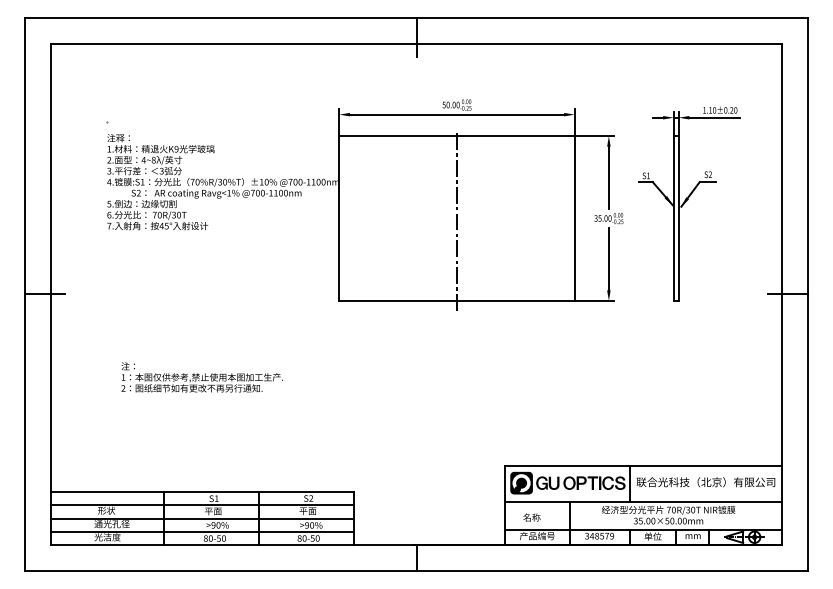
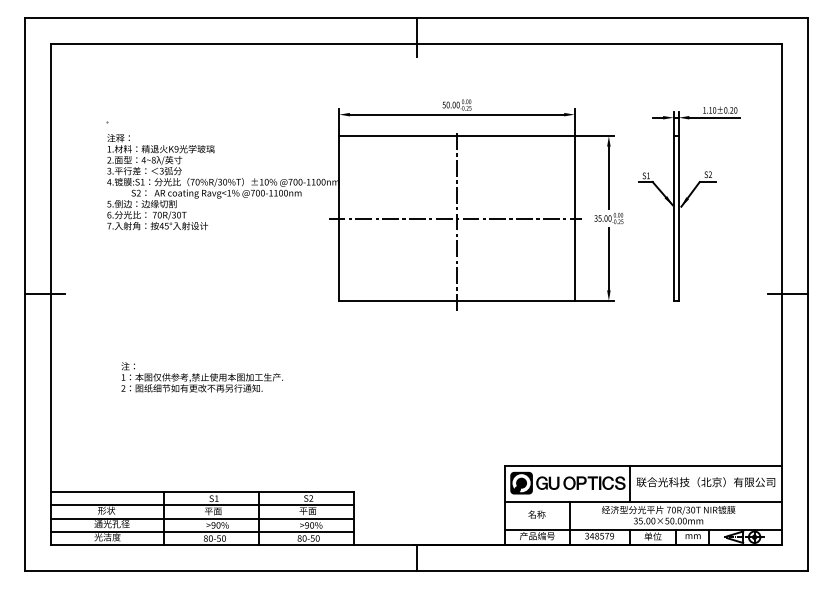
line at (454, 218): none -> present
text at (531, 517) position: (531, 517) -> (536, 514)
